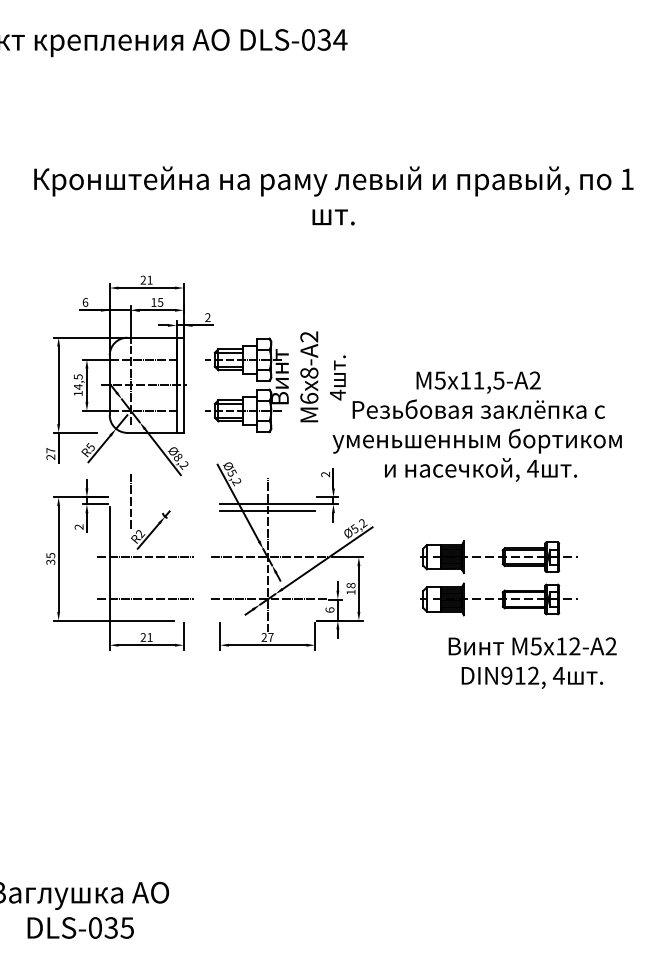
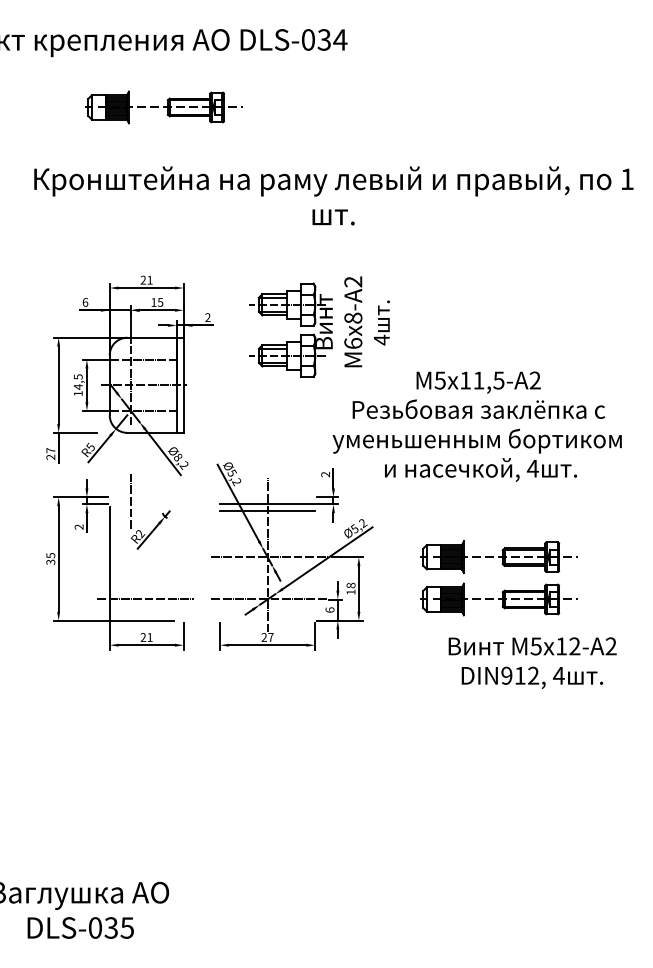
part at (163, 107): none -> present
part at (275, 382) position: (275, 382) -> (319, 327)
line at (145, 557): present -> none
